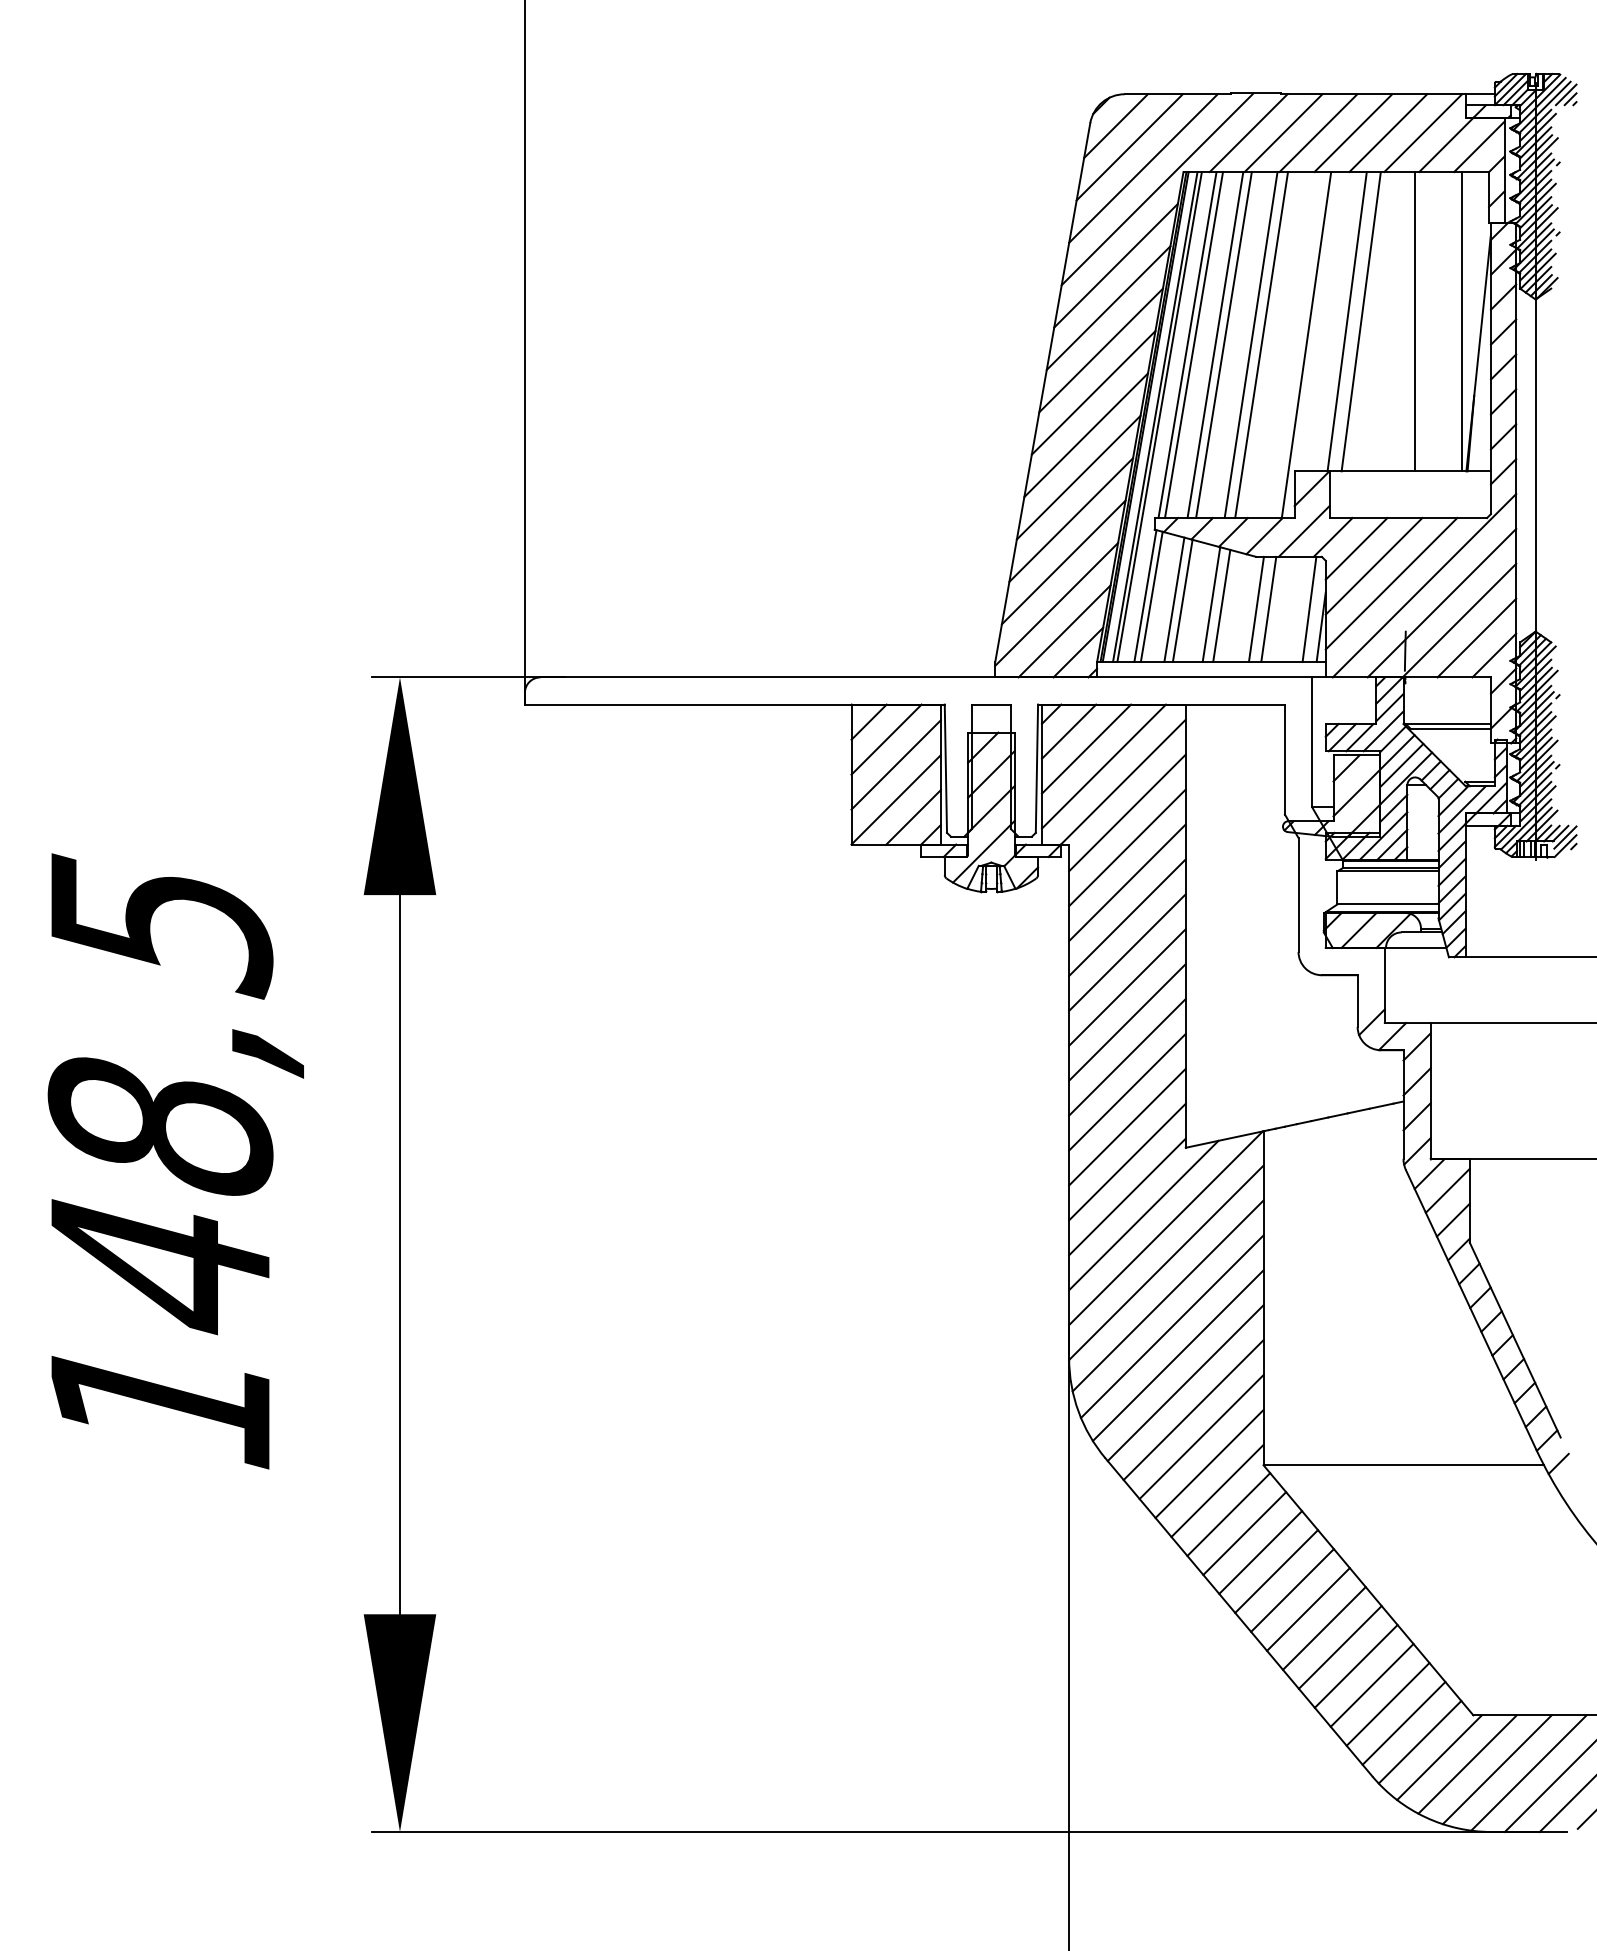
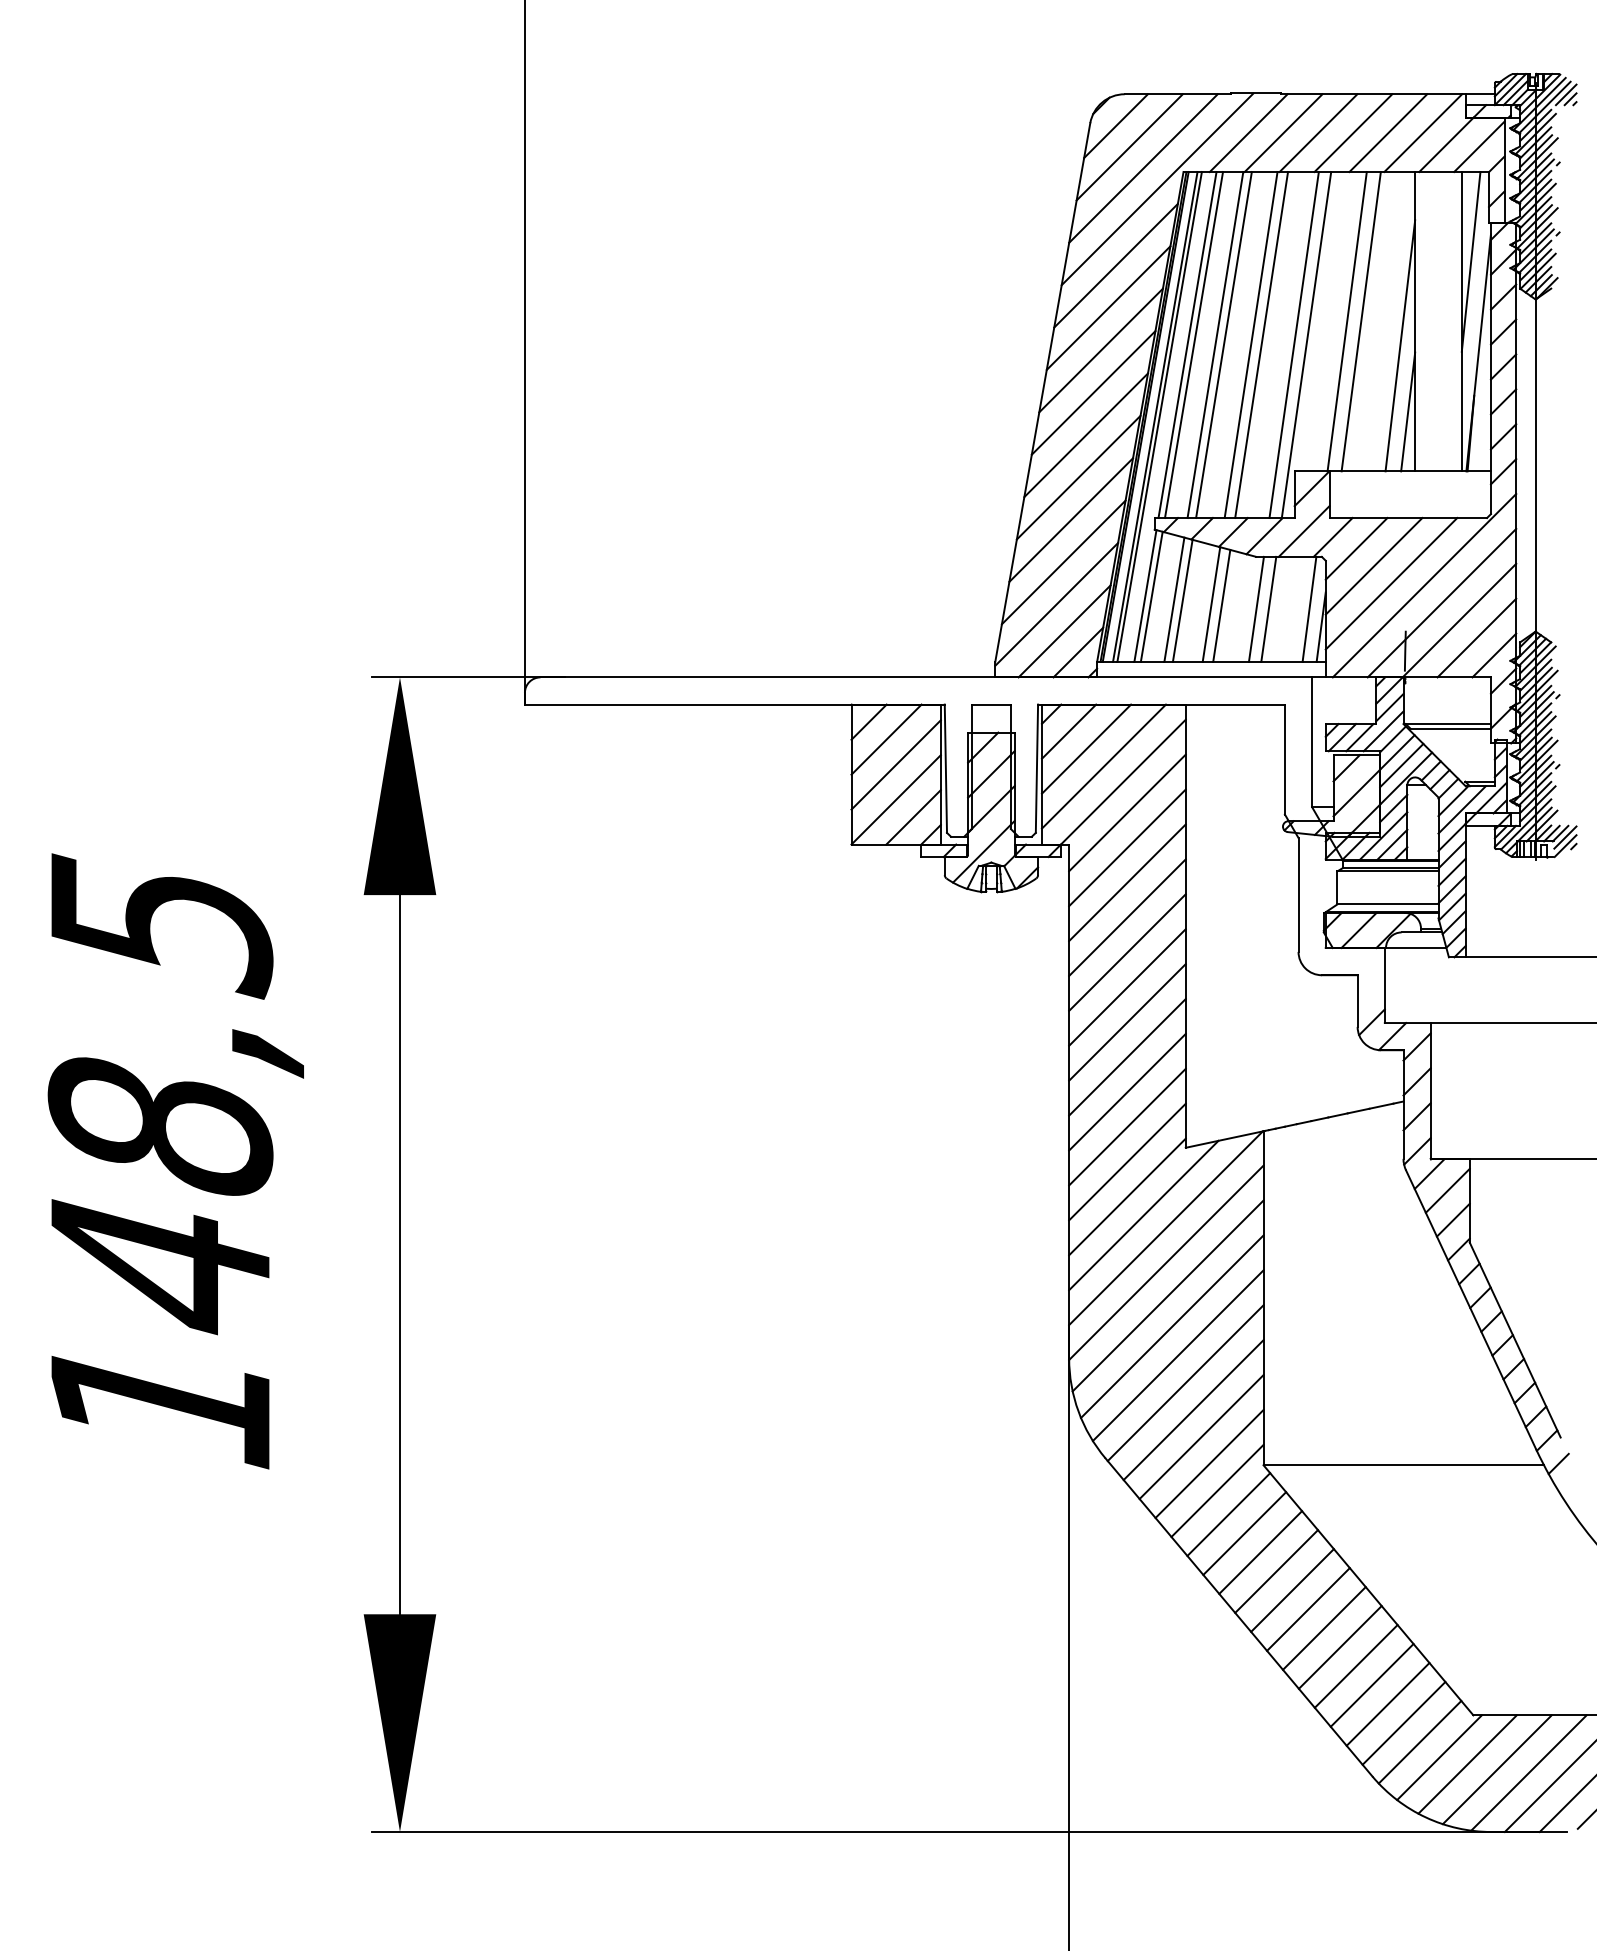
line at (1470, 261): none -> present
line at (1293, 345): none -> present
line at (1400, 345): none -> present
line at (1408, 411): none -> present
